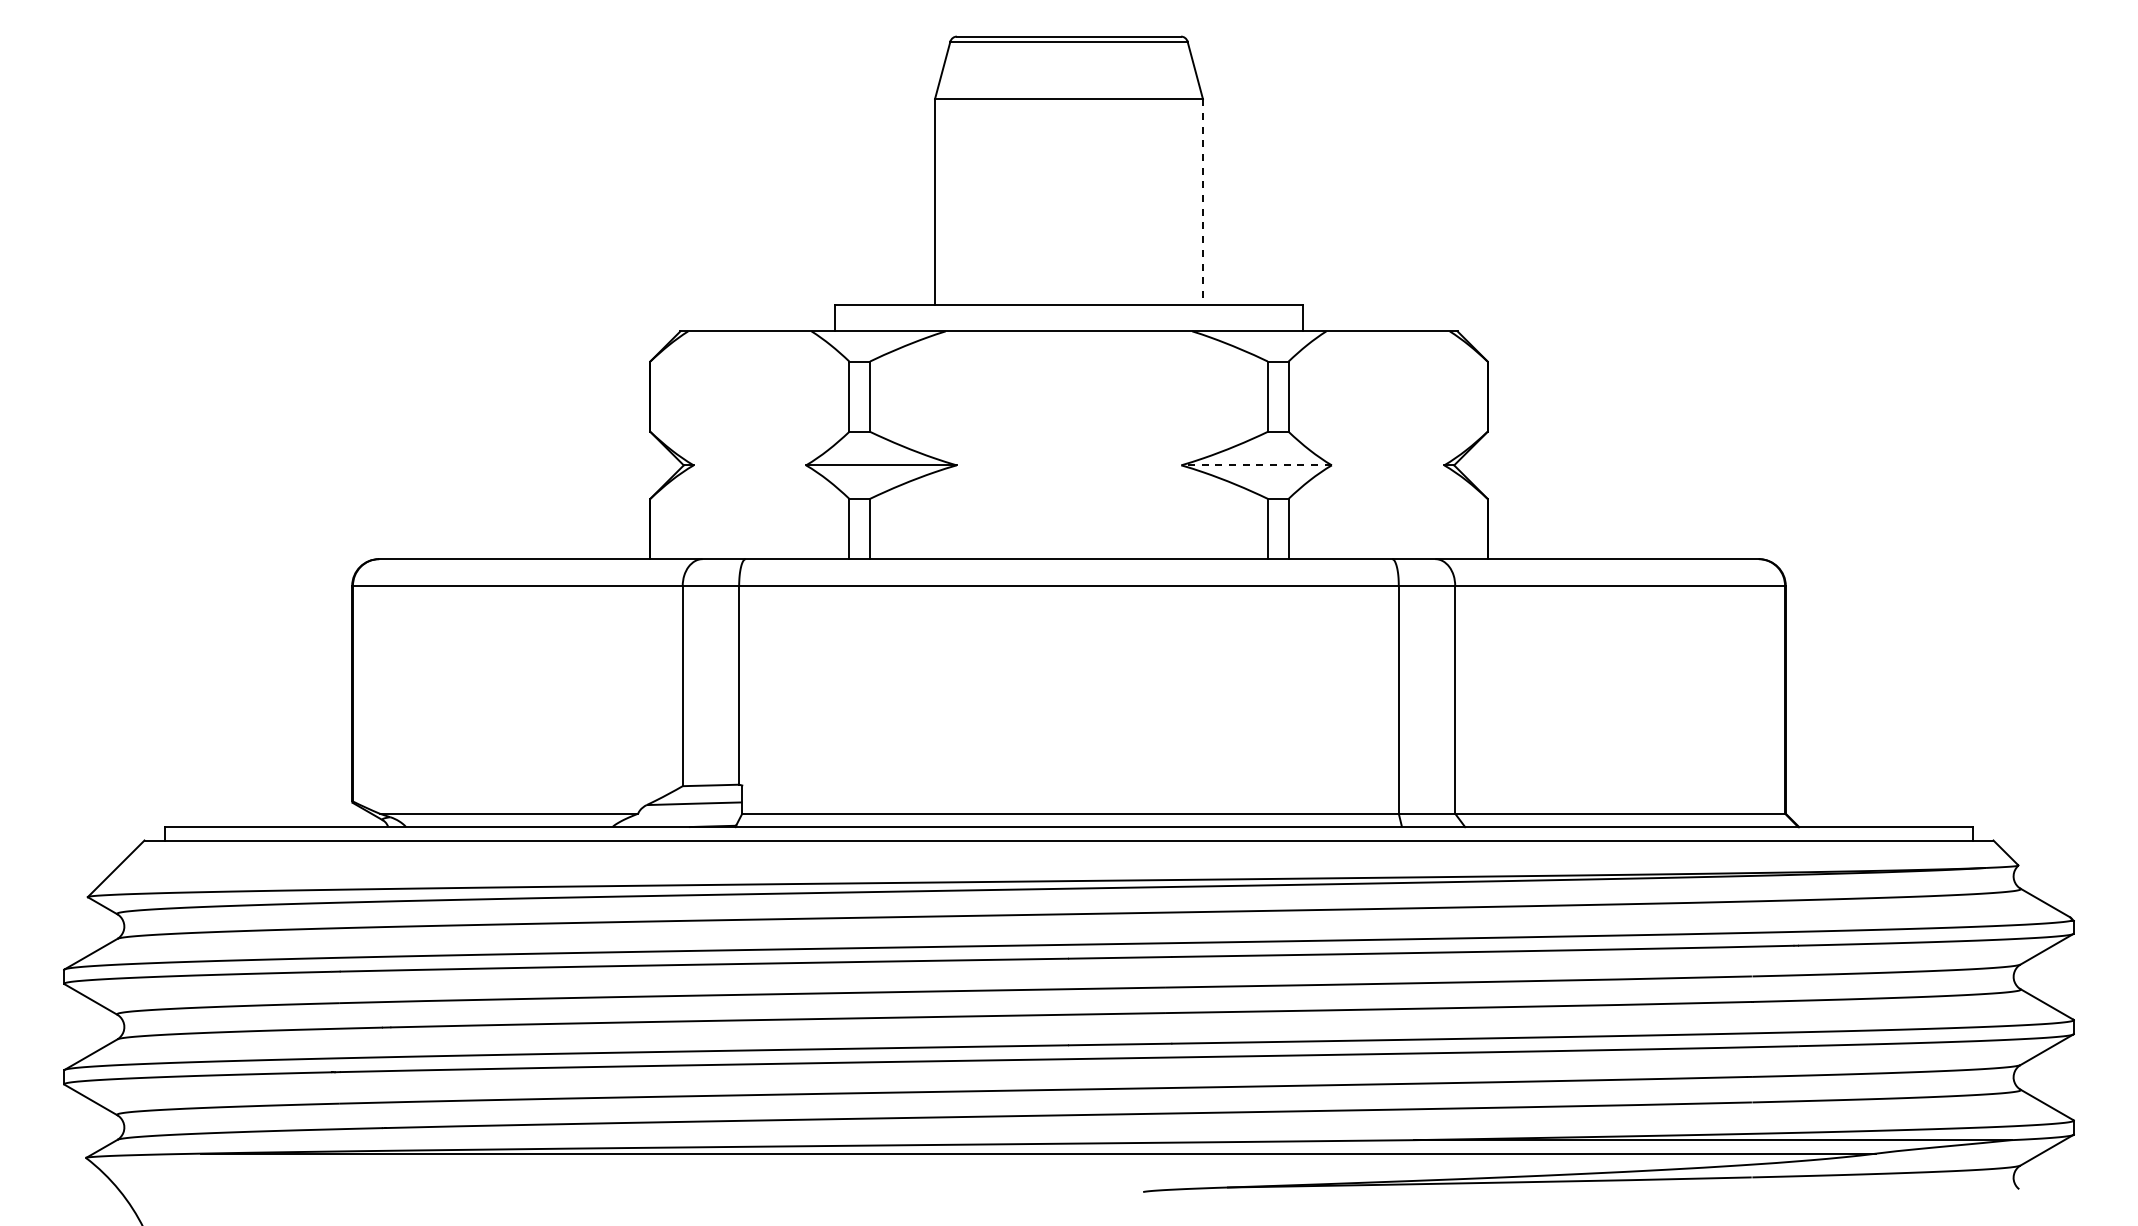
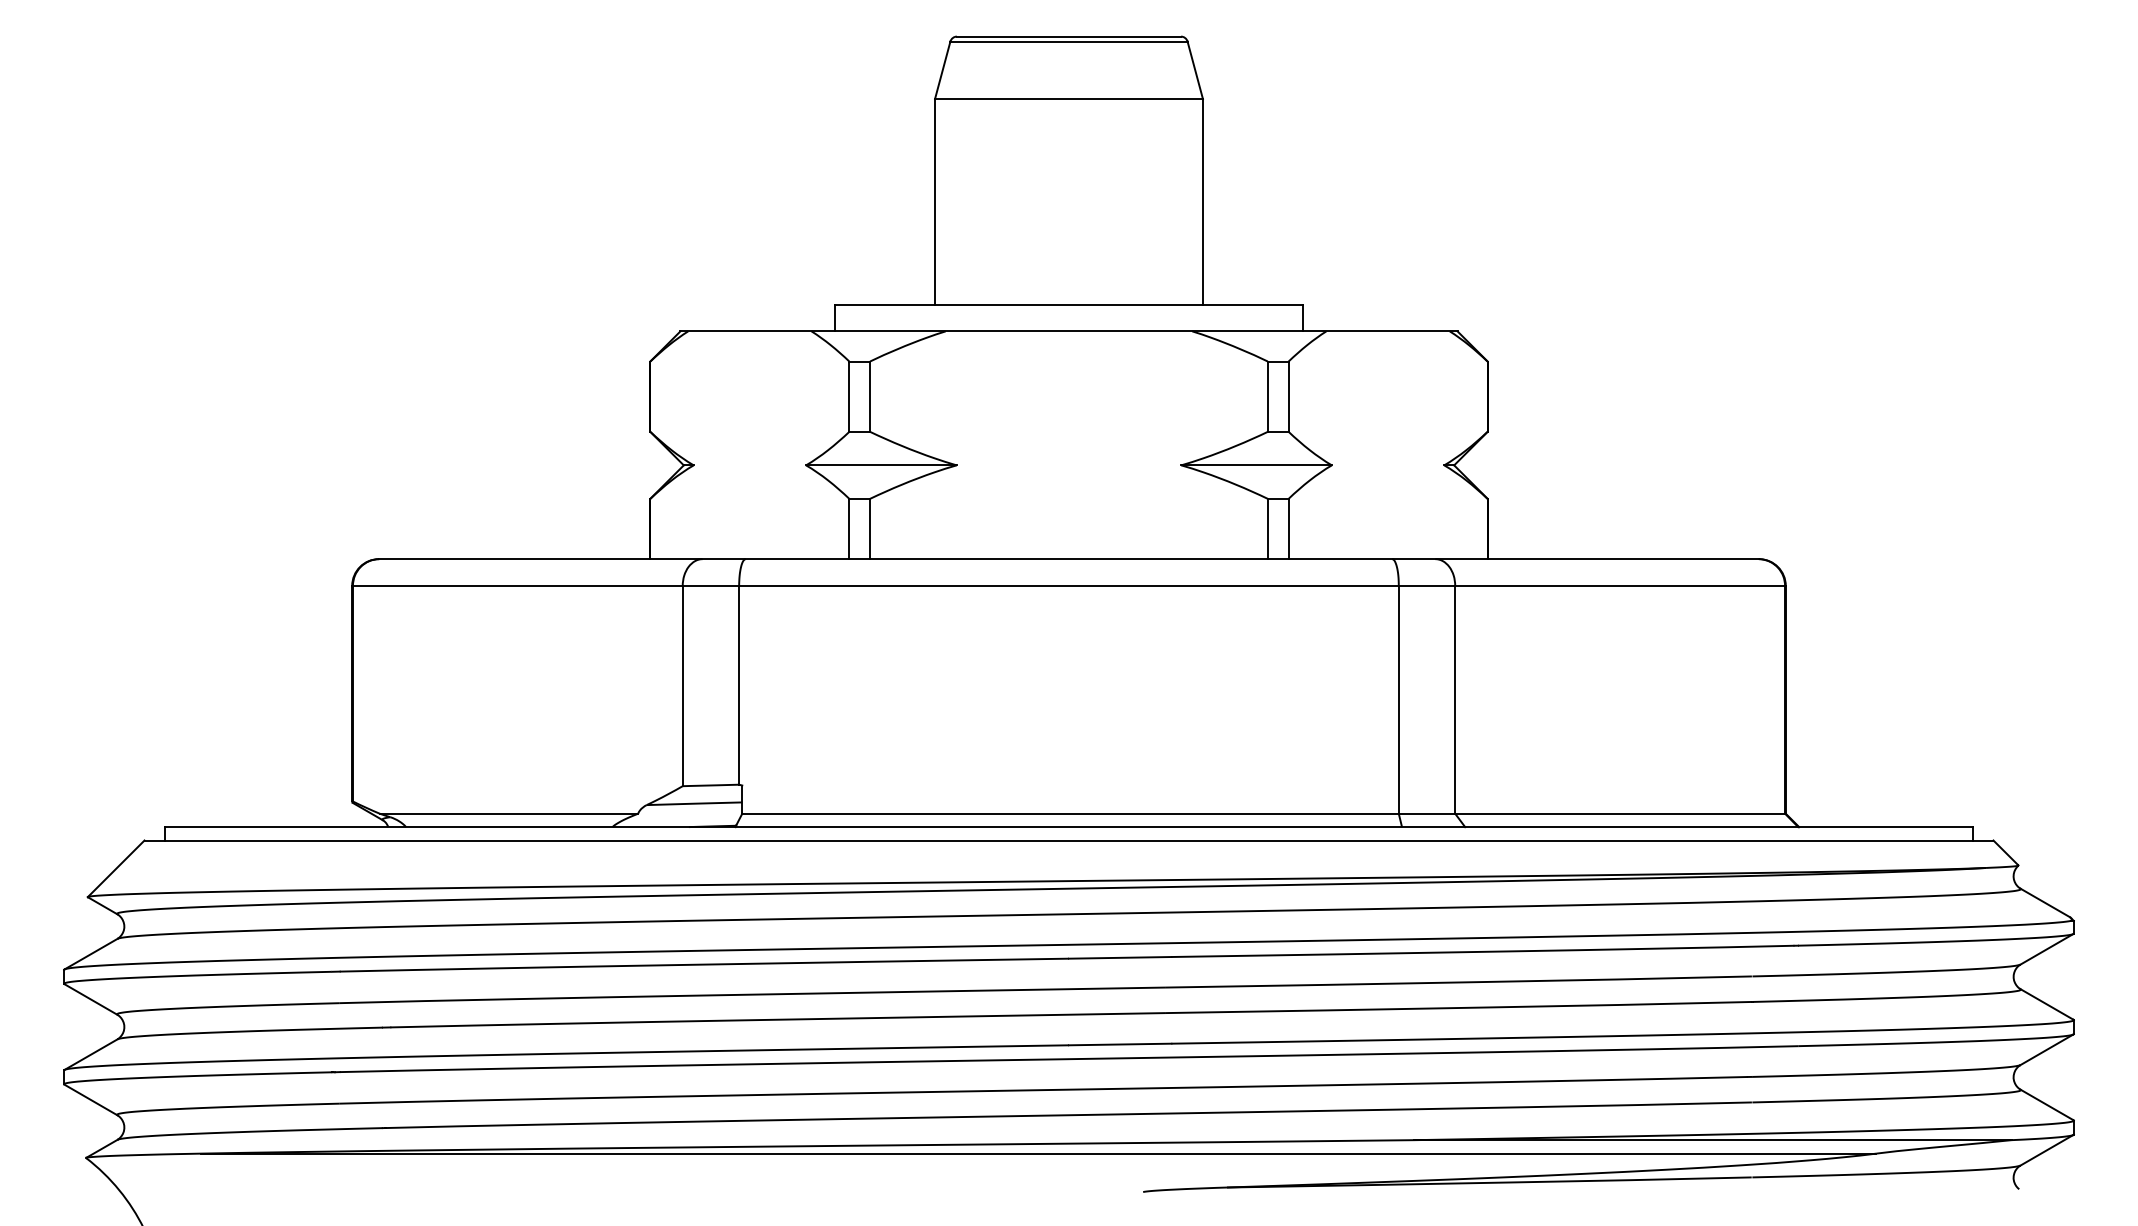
line at (1202, 201): dashed -> solid
line at (1256, 465): dashed -> solid
